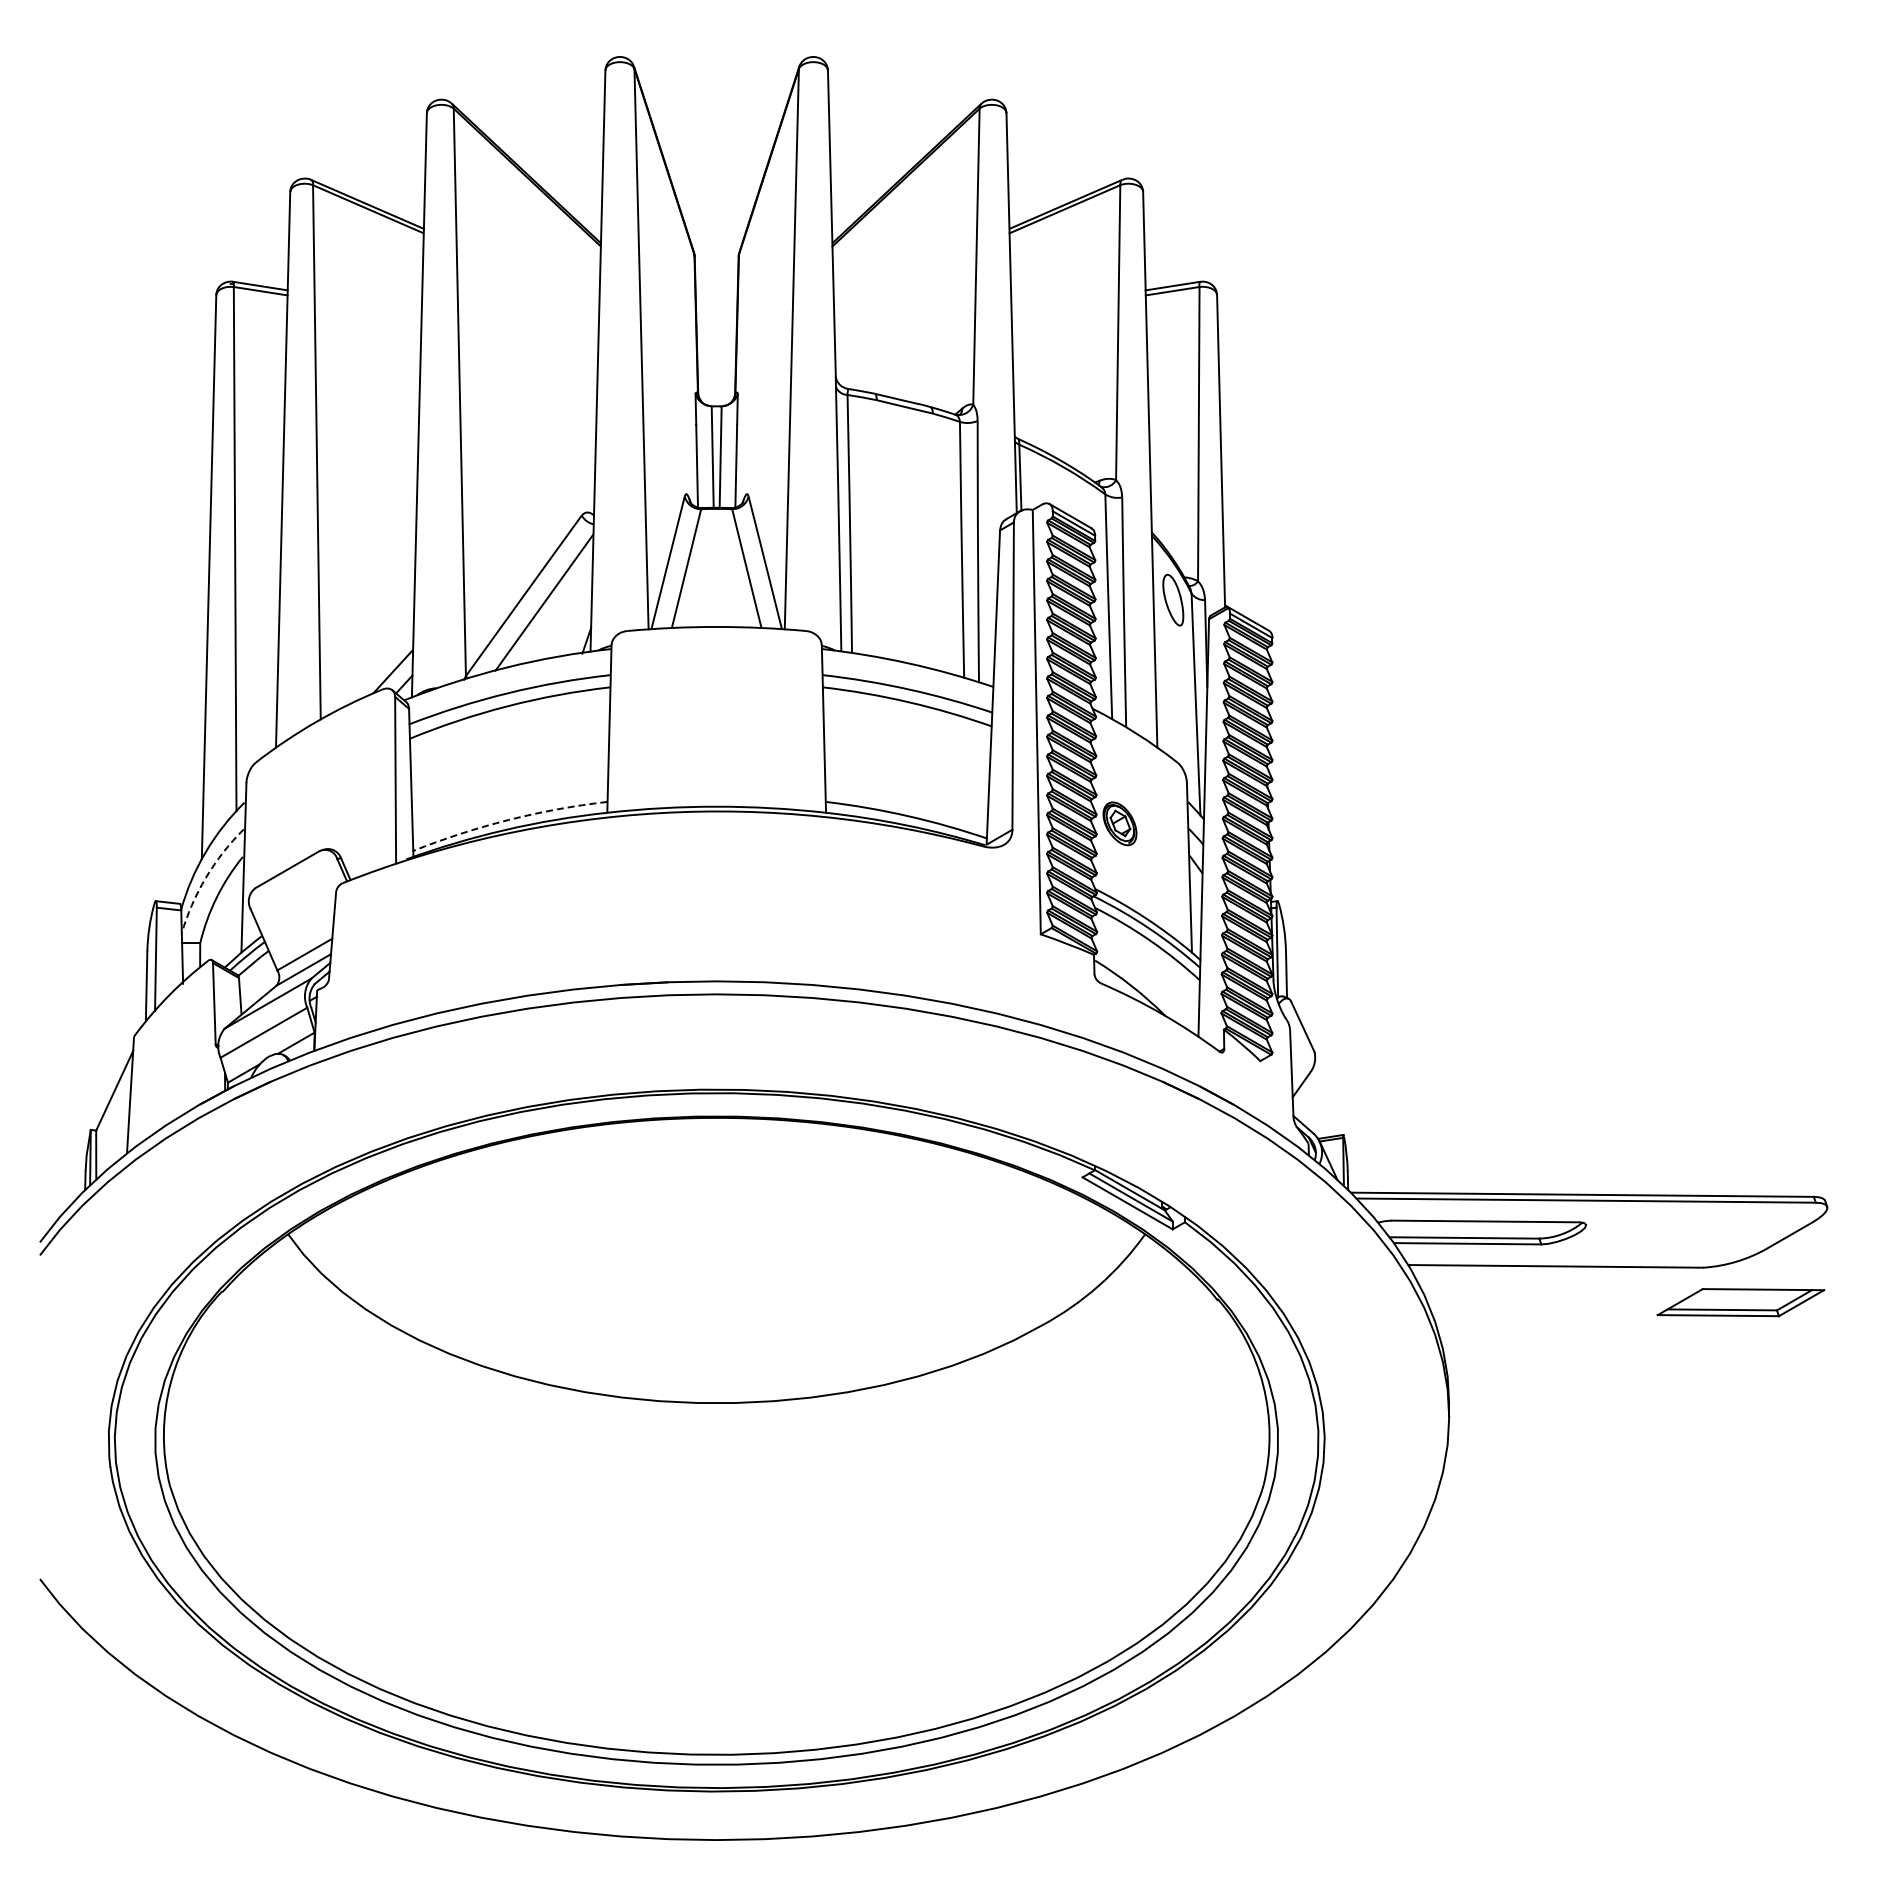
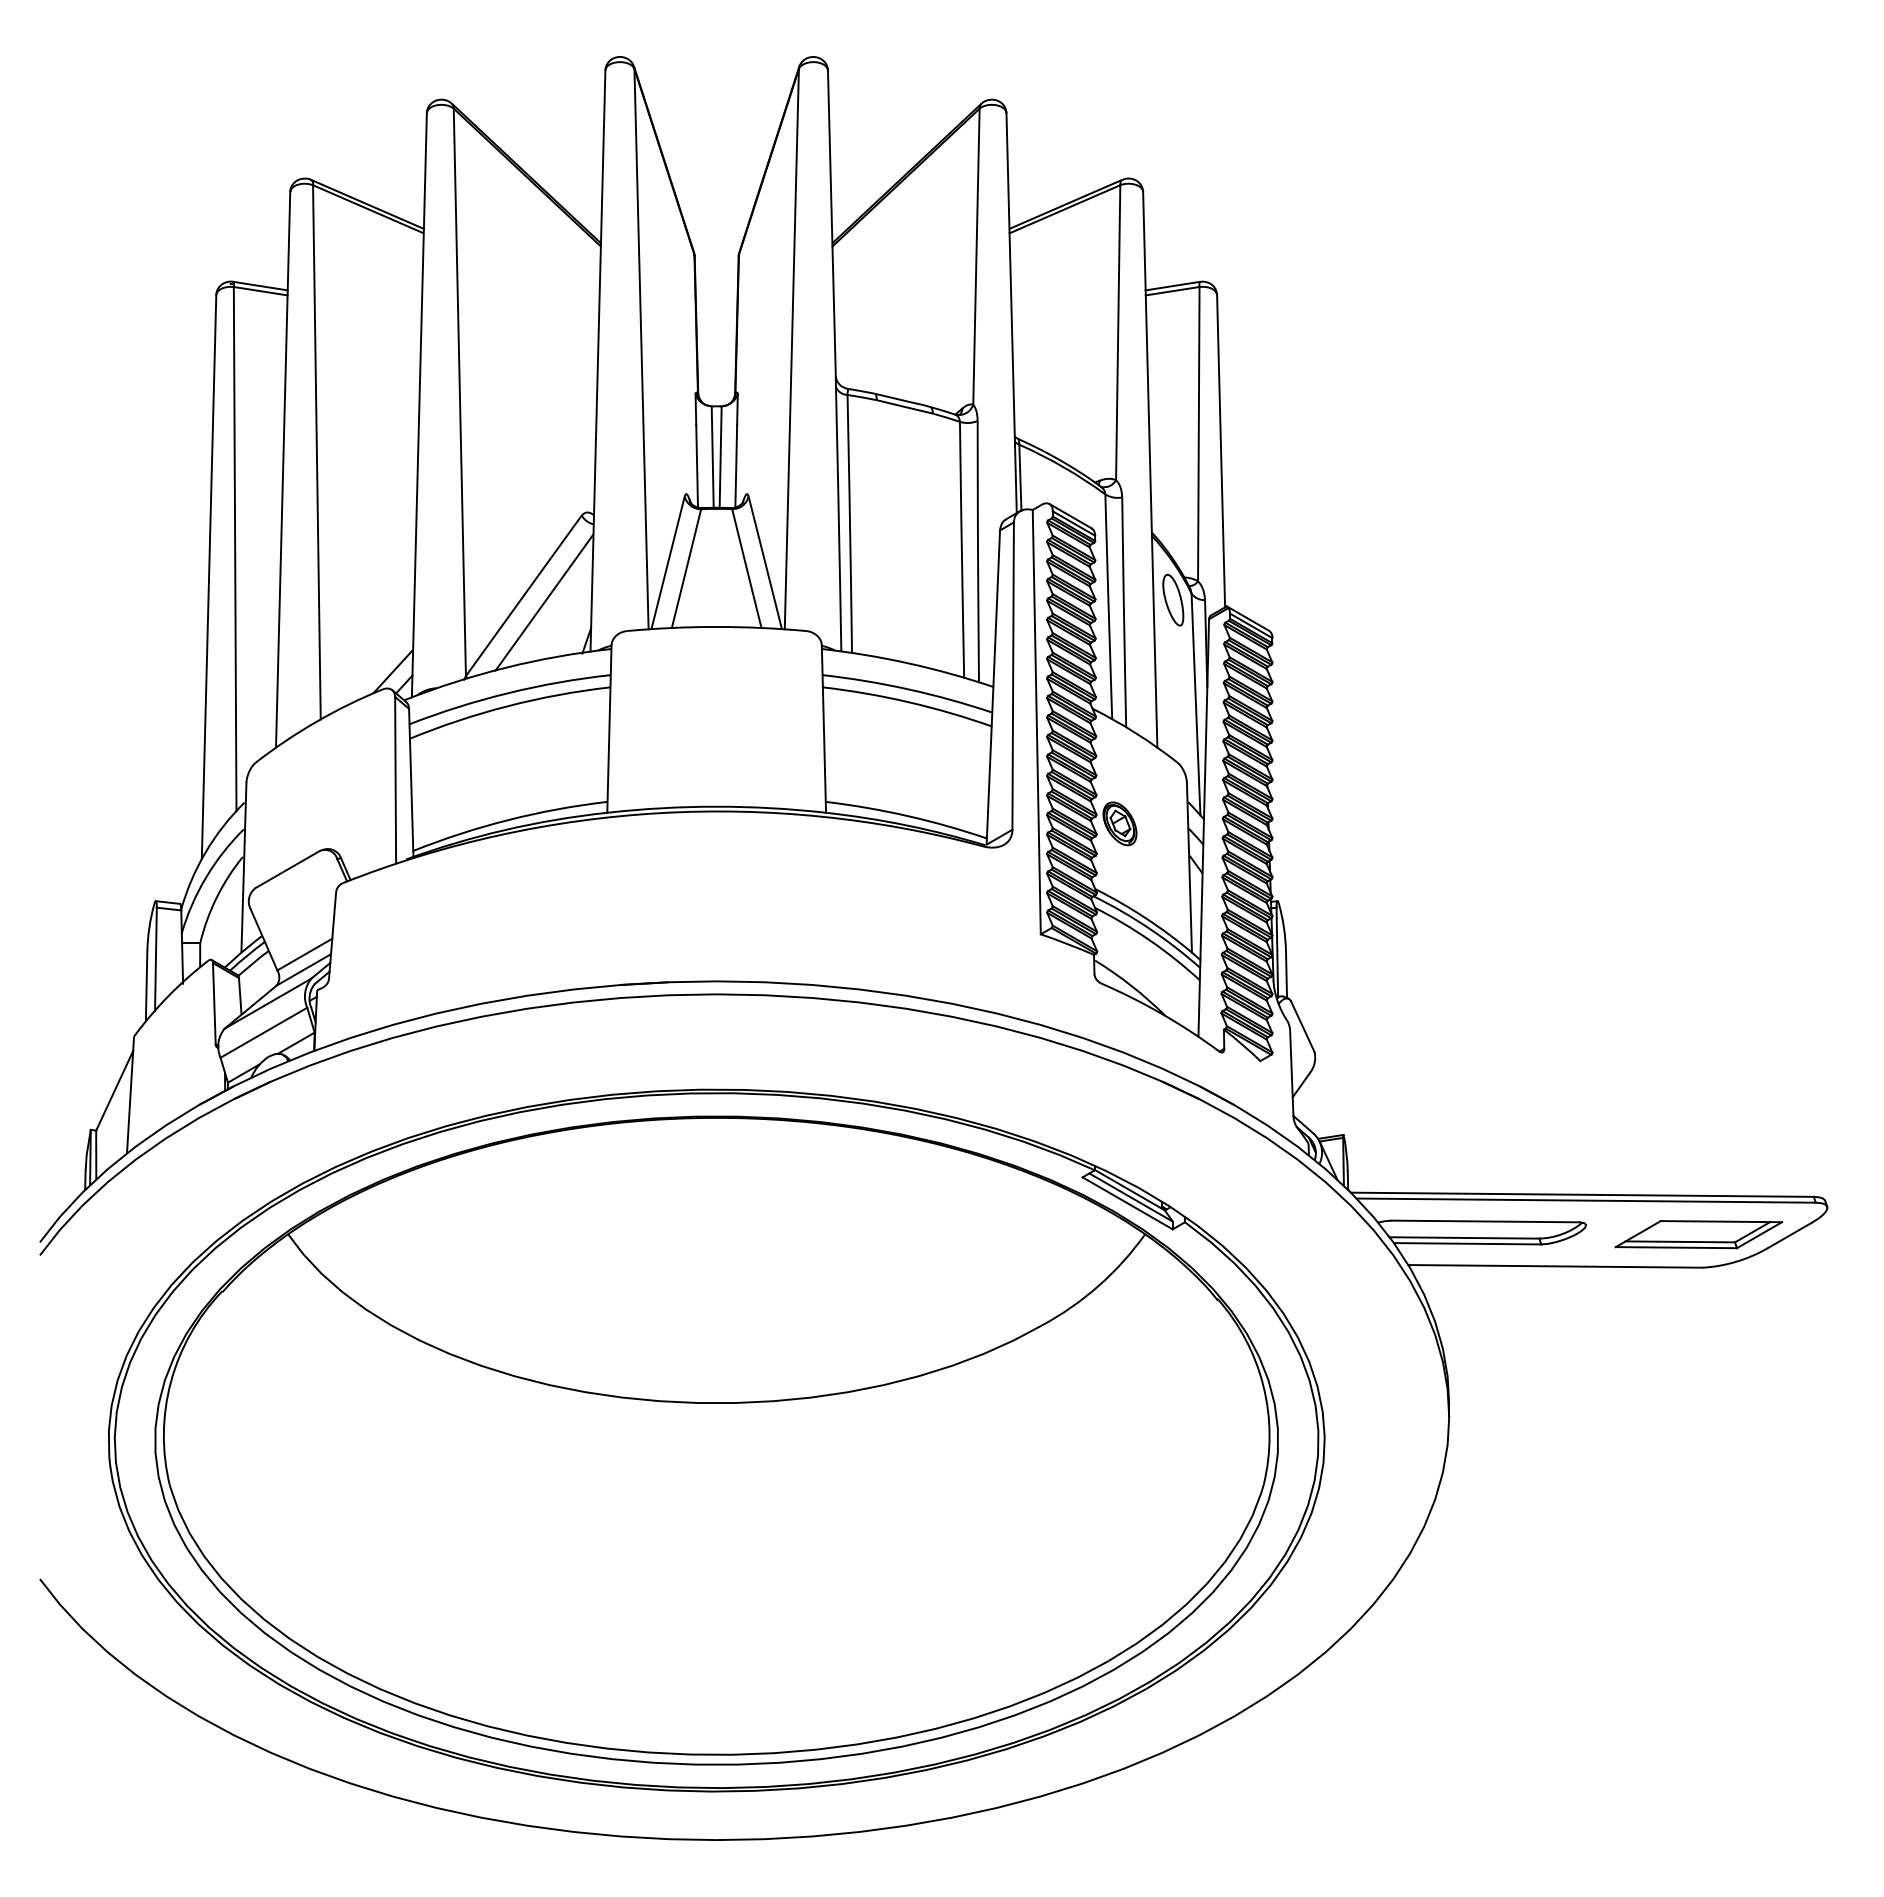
arc at (508, 820): dashed -> solid
arc at (206, 877): dashed -> solid
part at (1740, 1302) position: (1740, 1302) -> (1698, 1234)
